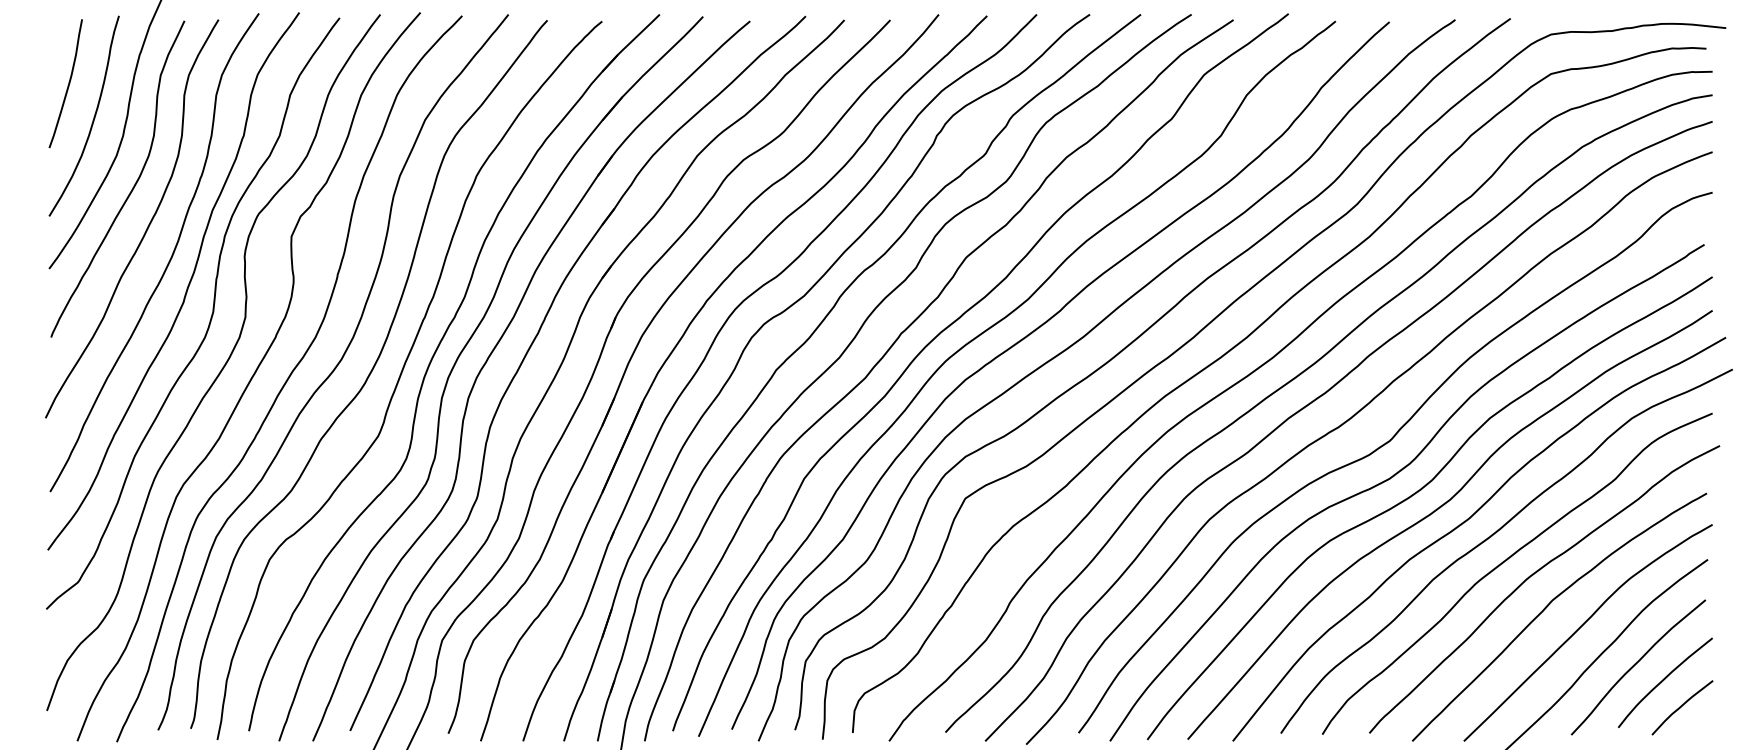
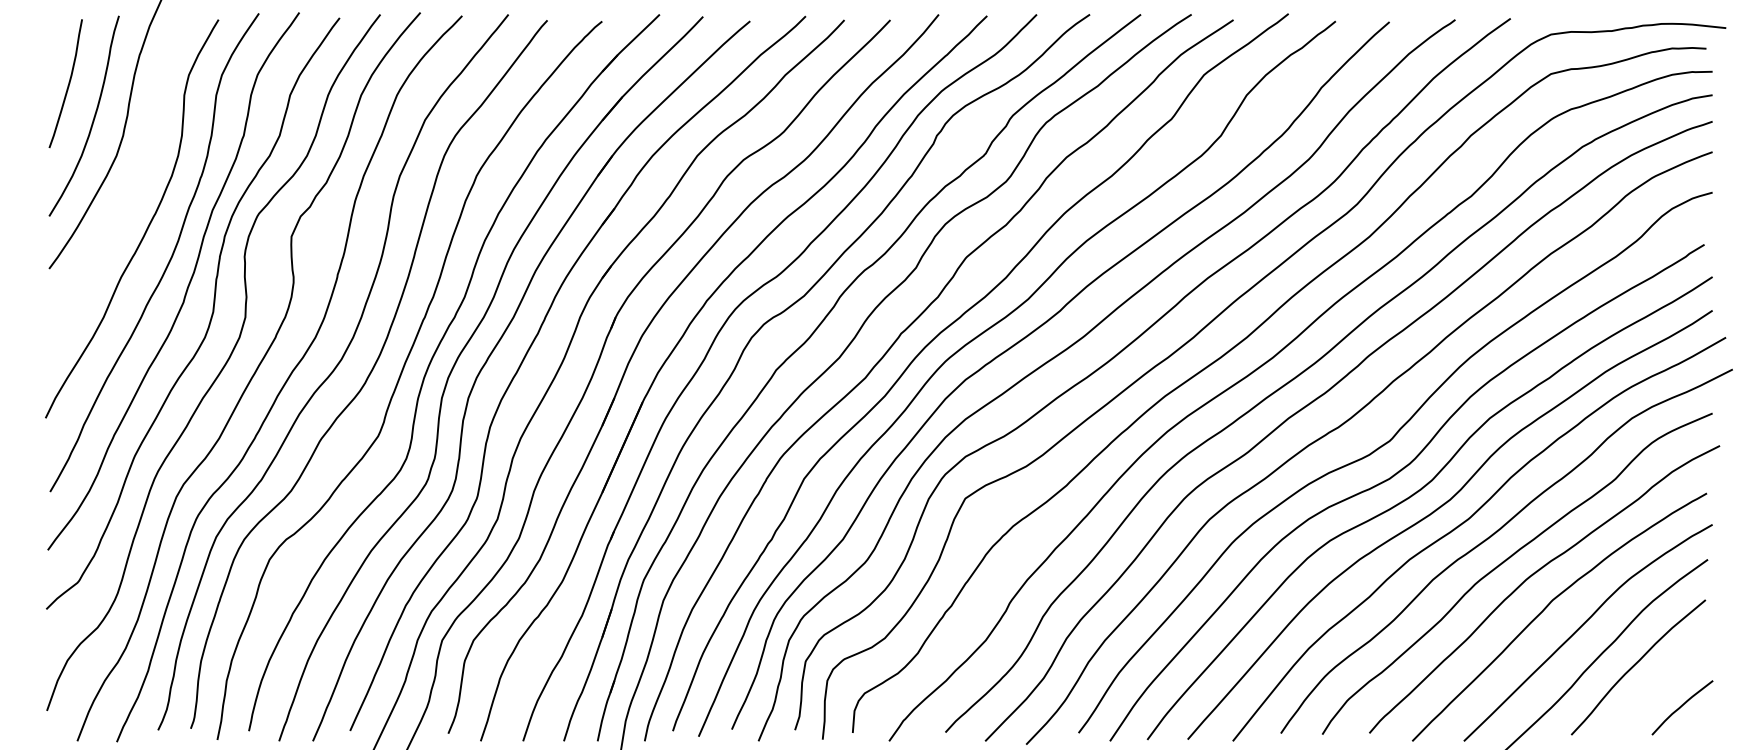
curve at (133, 185): present -> none
curve at (1663, 681): present -> none
